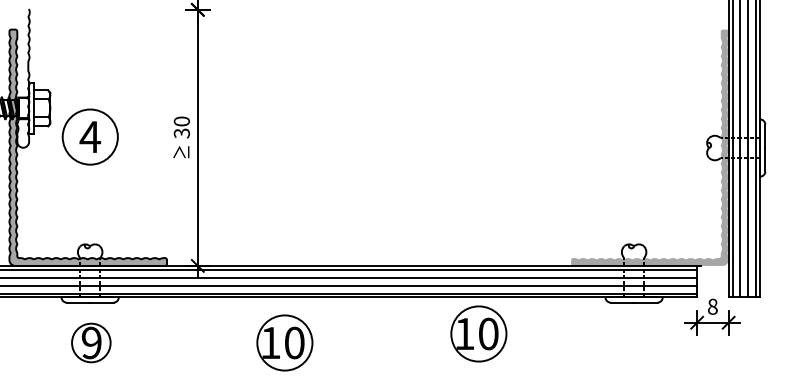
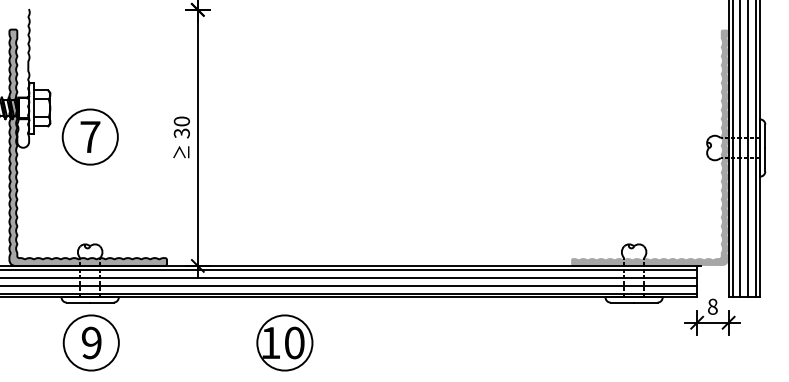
text at (90, 136): 4 -> 7
part at (478, 333): present -> none
circle at (91, 342) diameter: 39 px -> 55 px
